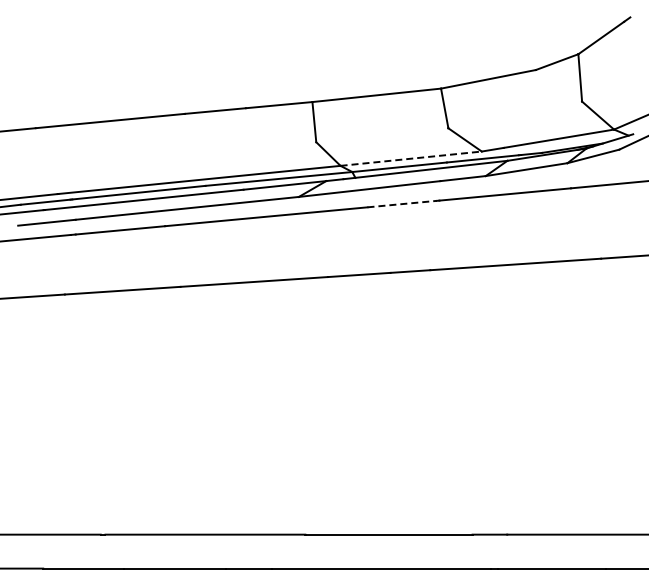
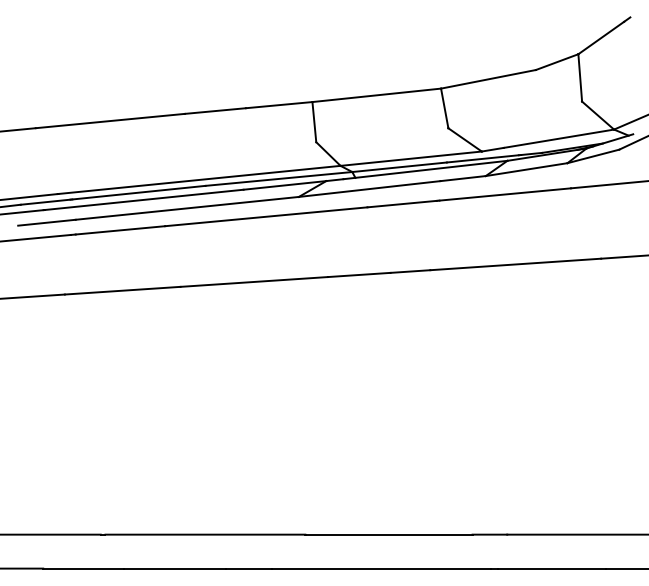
line at (411, 158): dashed -> solid
line at (402, 204): dashed -> solid
